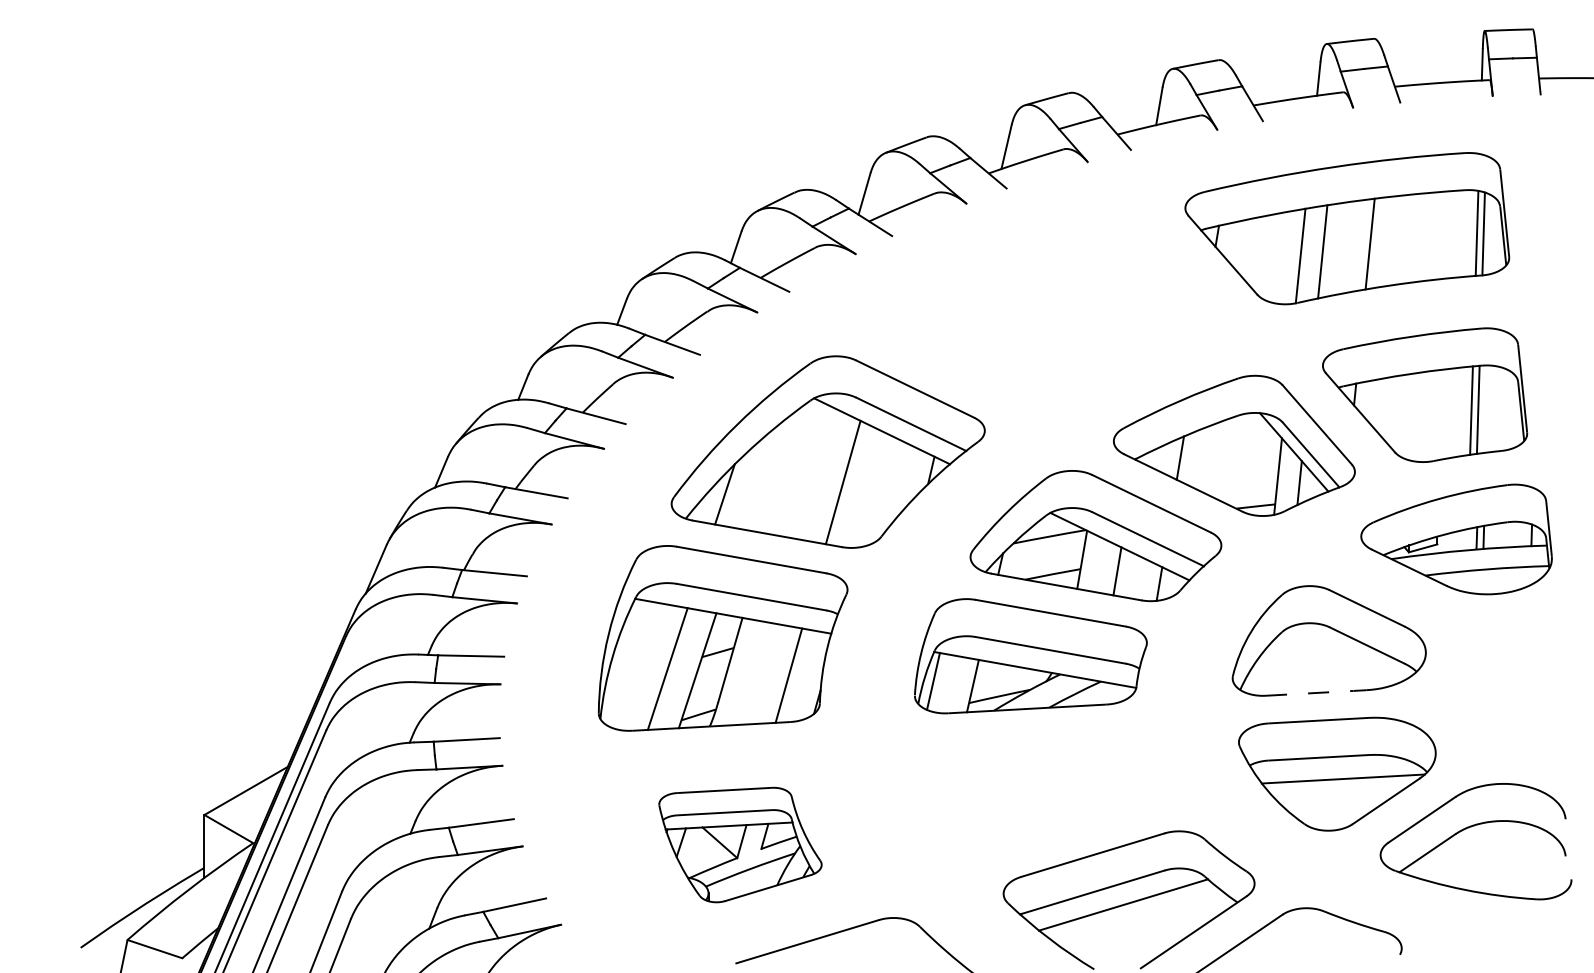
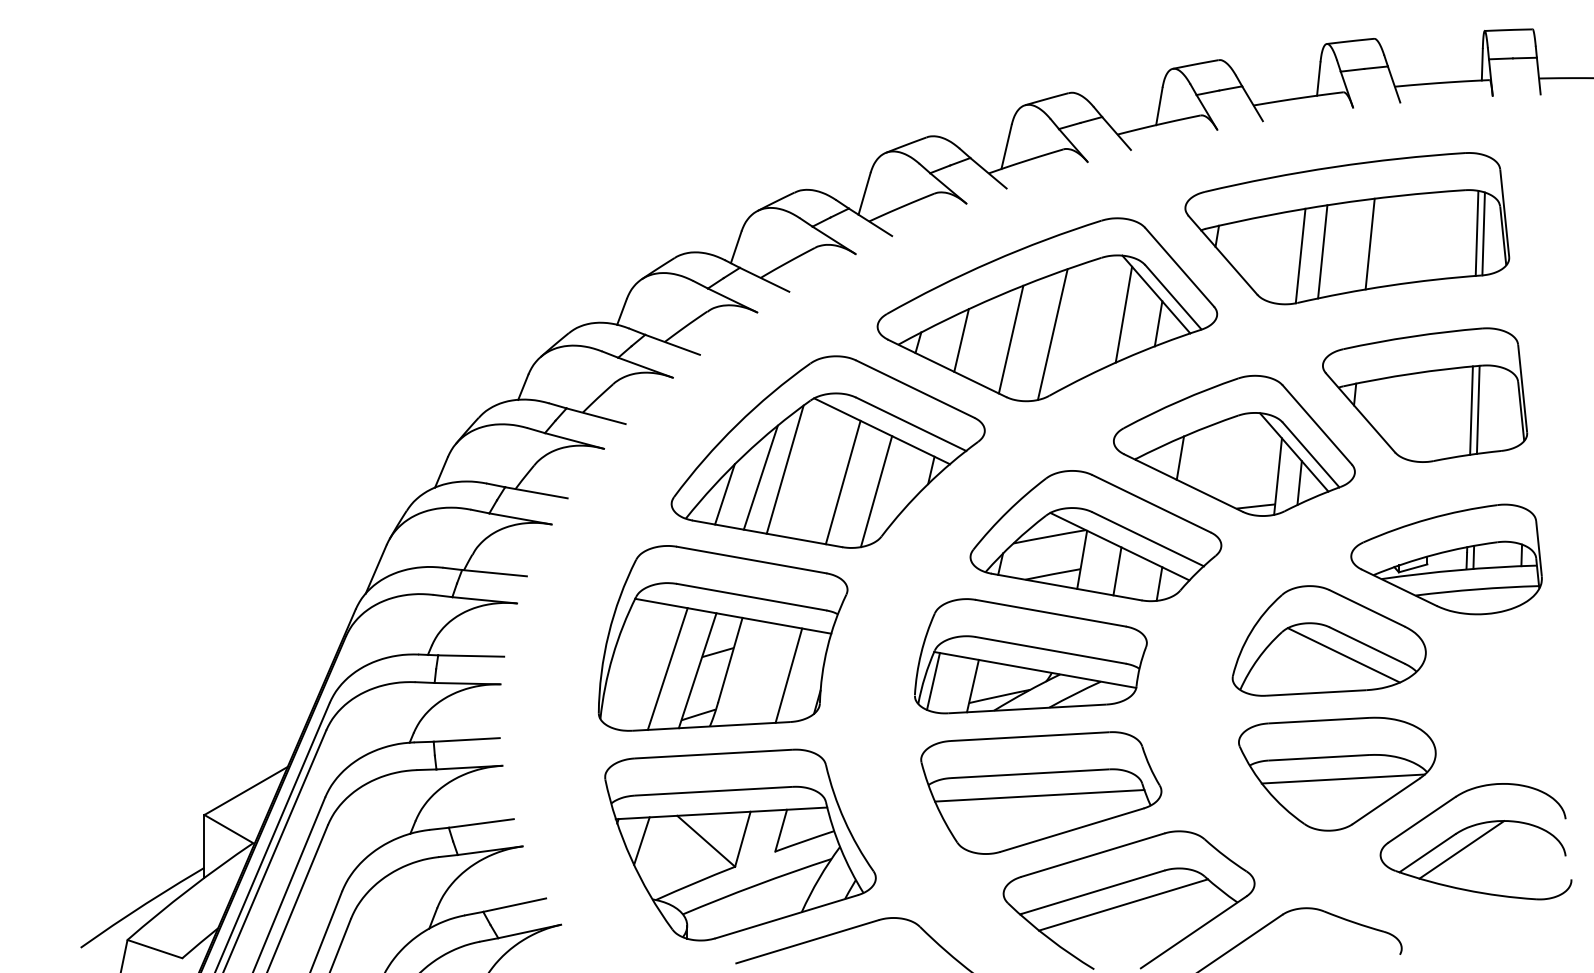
part at (1047, 309): none -> present
line at (784, 469): none -> present
line at (760, 477): none -> present
line at (876, 491): none -> present
part at (1456, 539) position: (1456, 539) -> (1446, 559)
line at (1343, 655): none -> present
line at (1316, 692): dashed -> solid
part at (1041, 792): none -> present
part at (740, 844) size: 165x118 px -> 273x194 px
line at (1461, 849): none -> present
